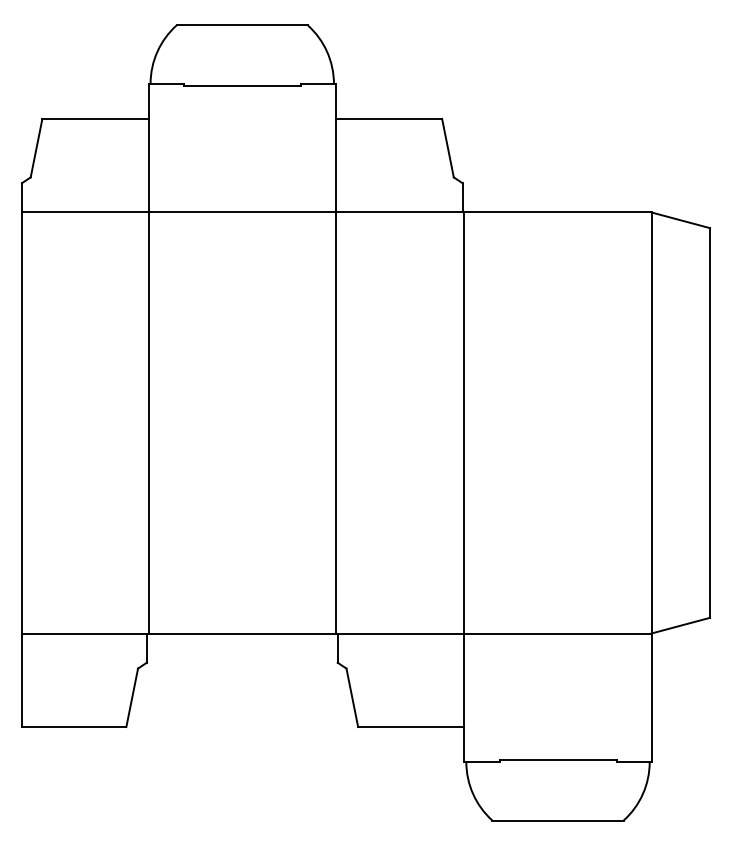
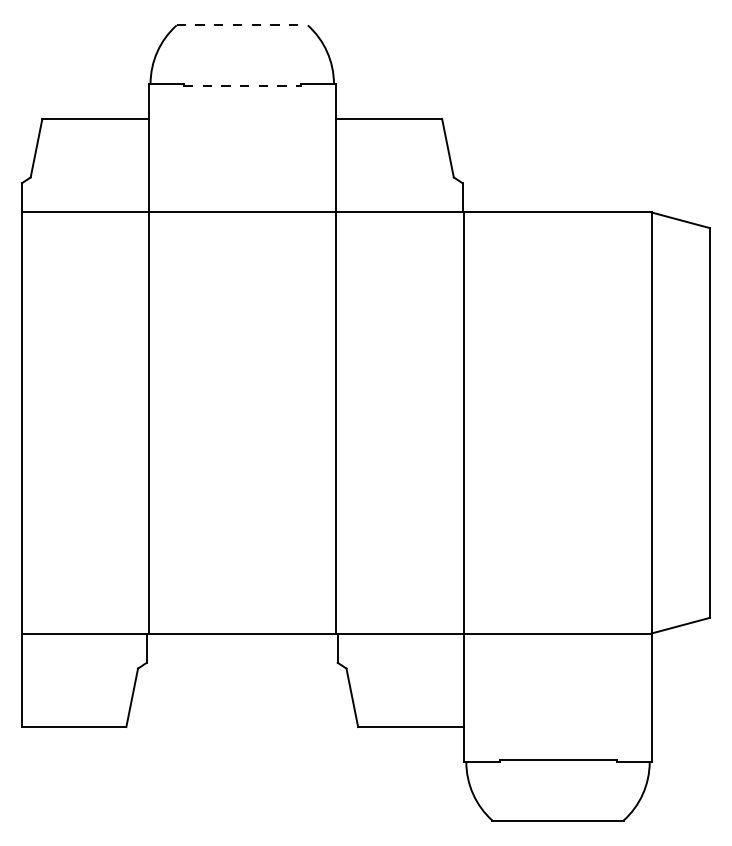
line at (242, 25): solid -> dashed
line at (242, 85): solid -> dashed
